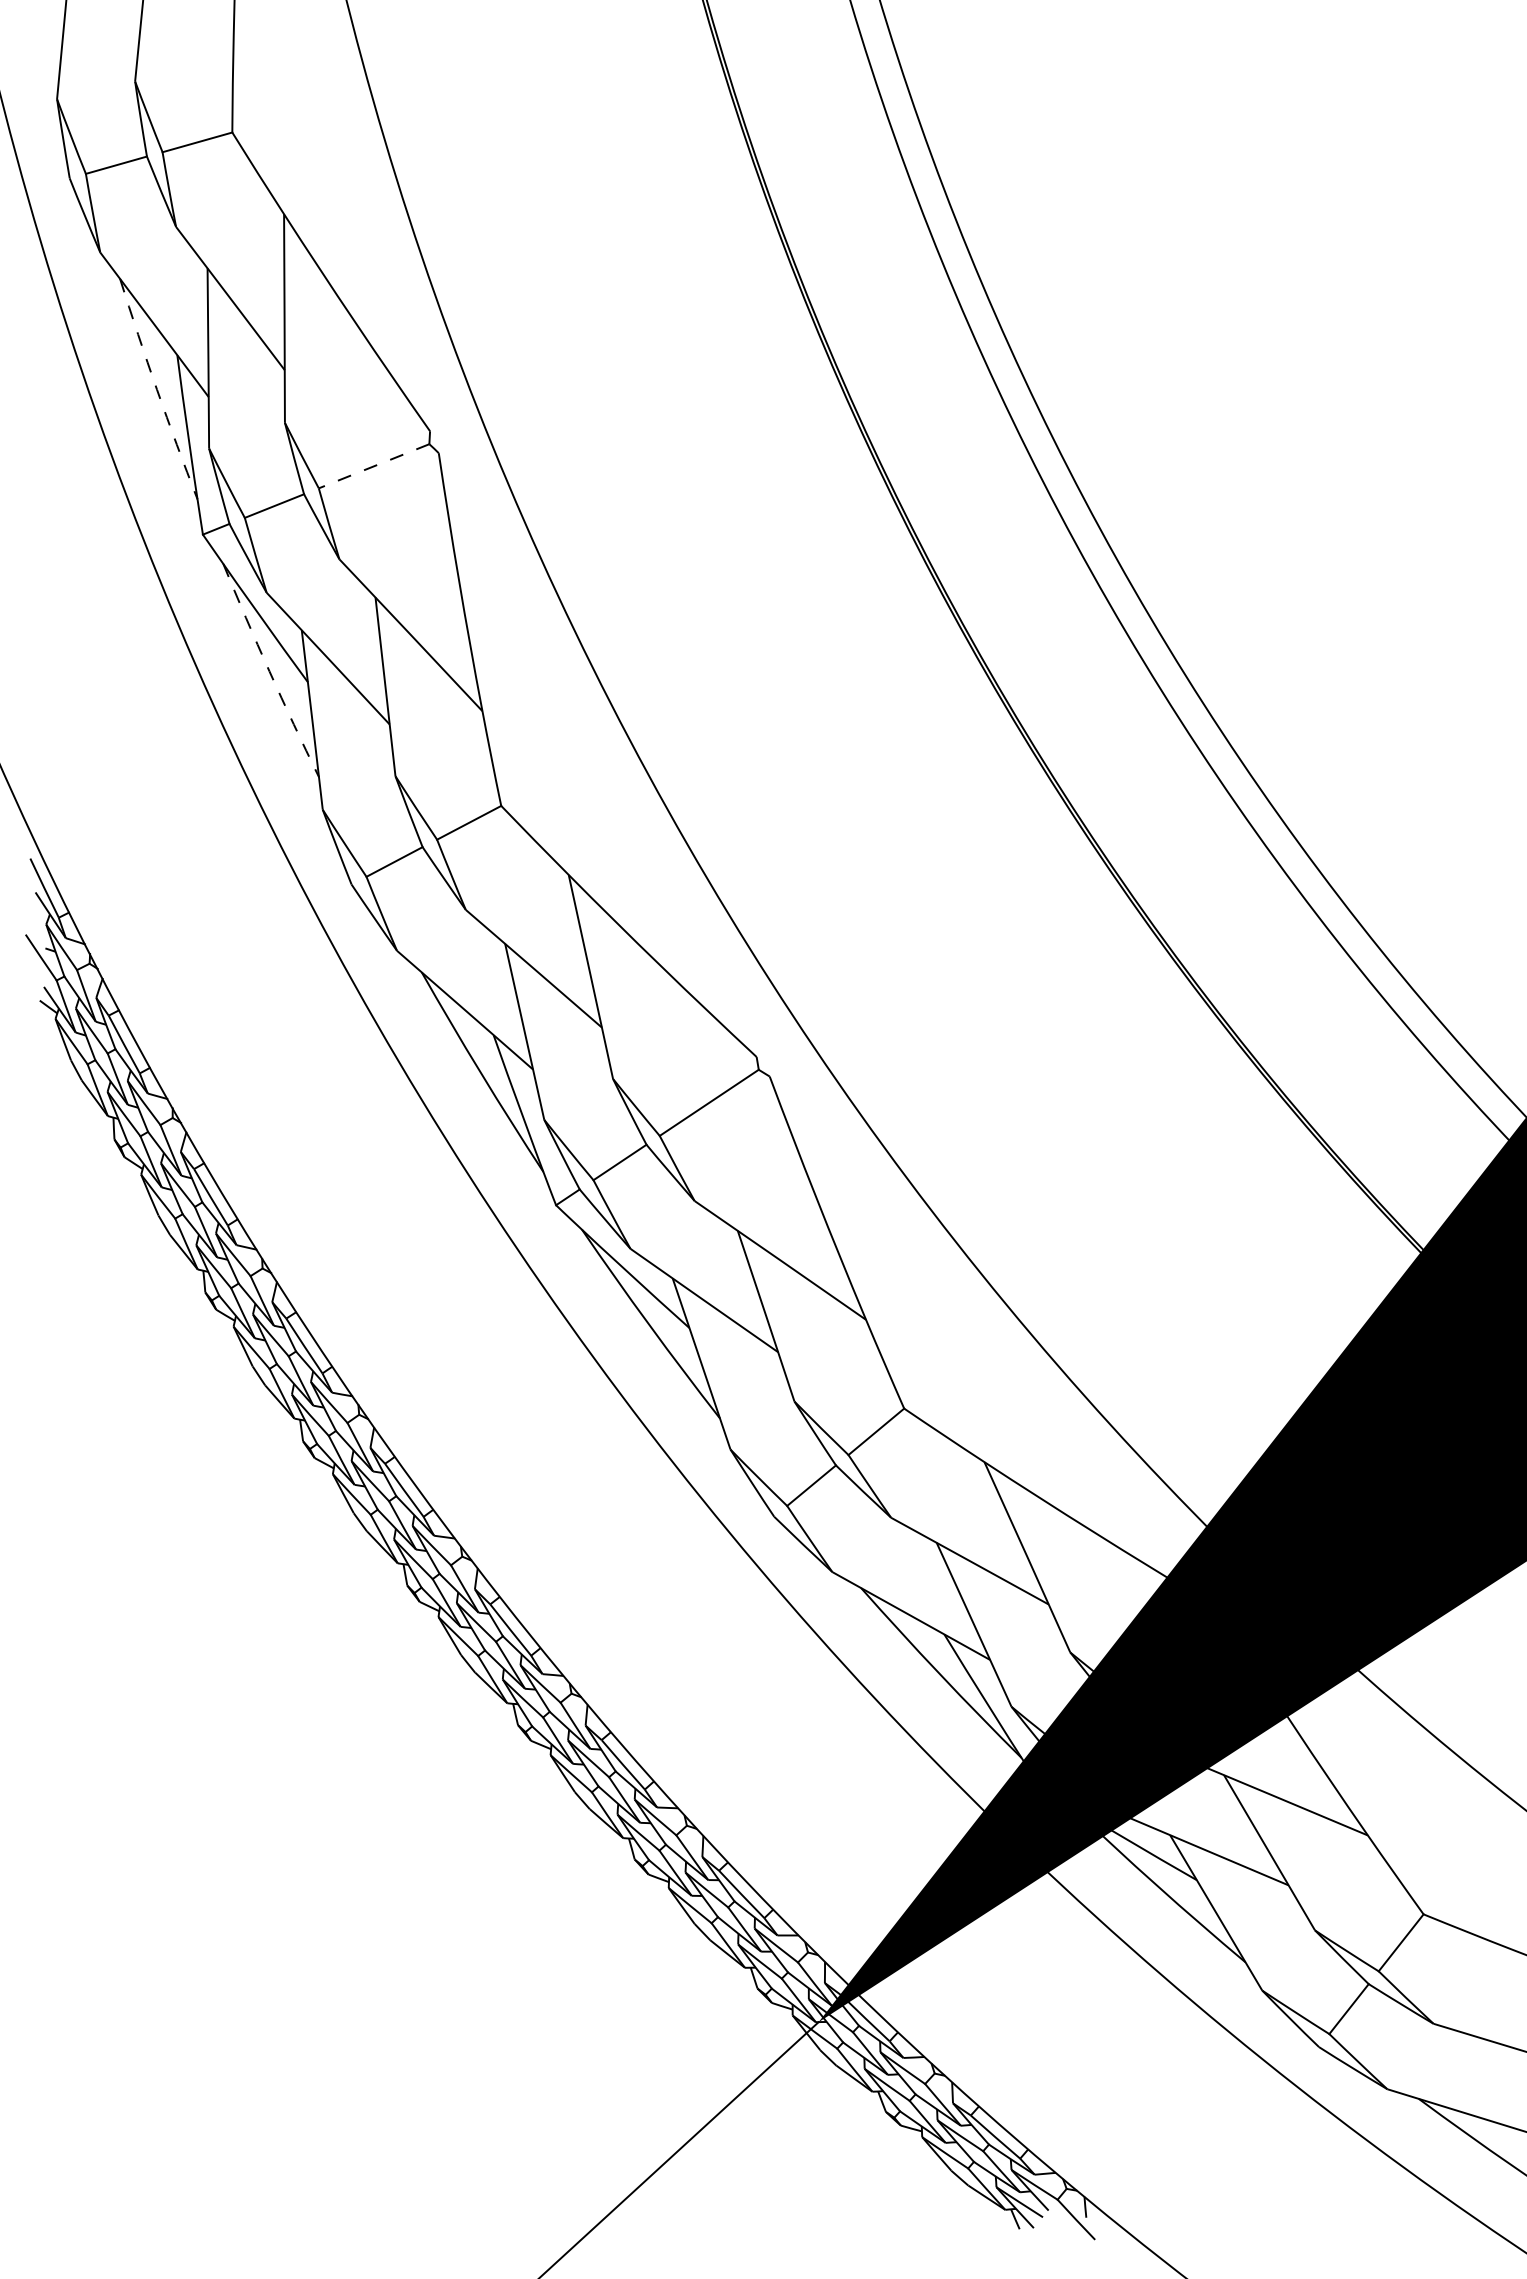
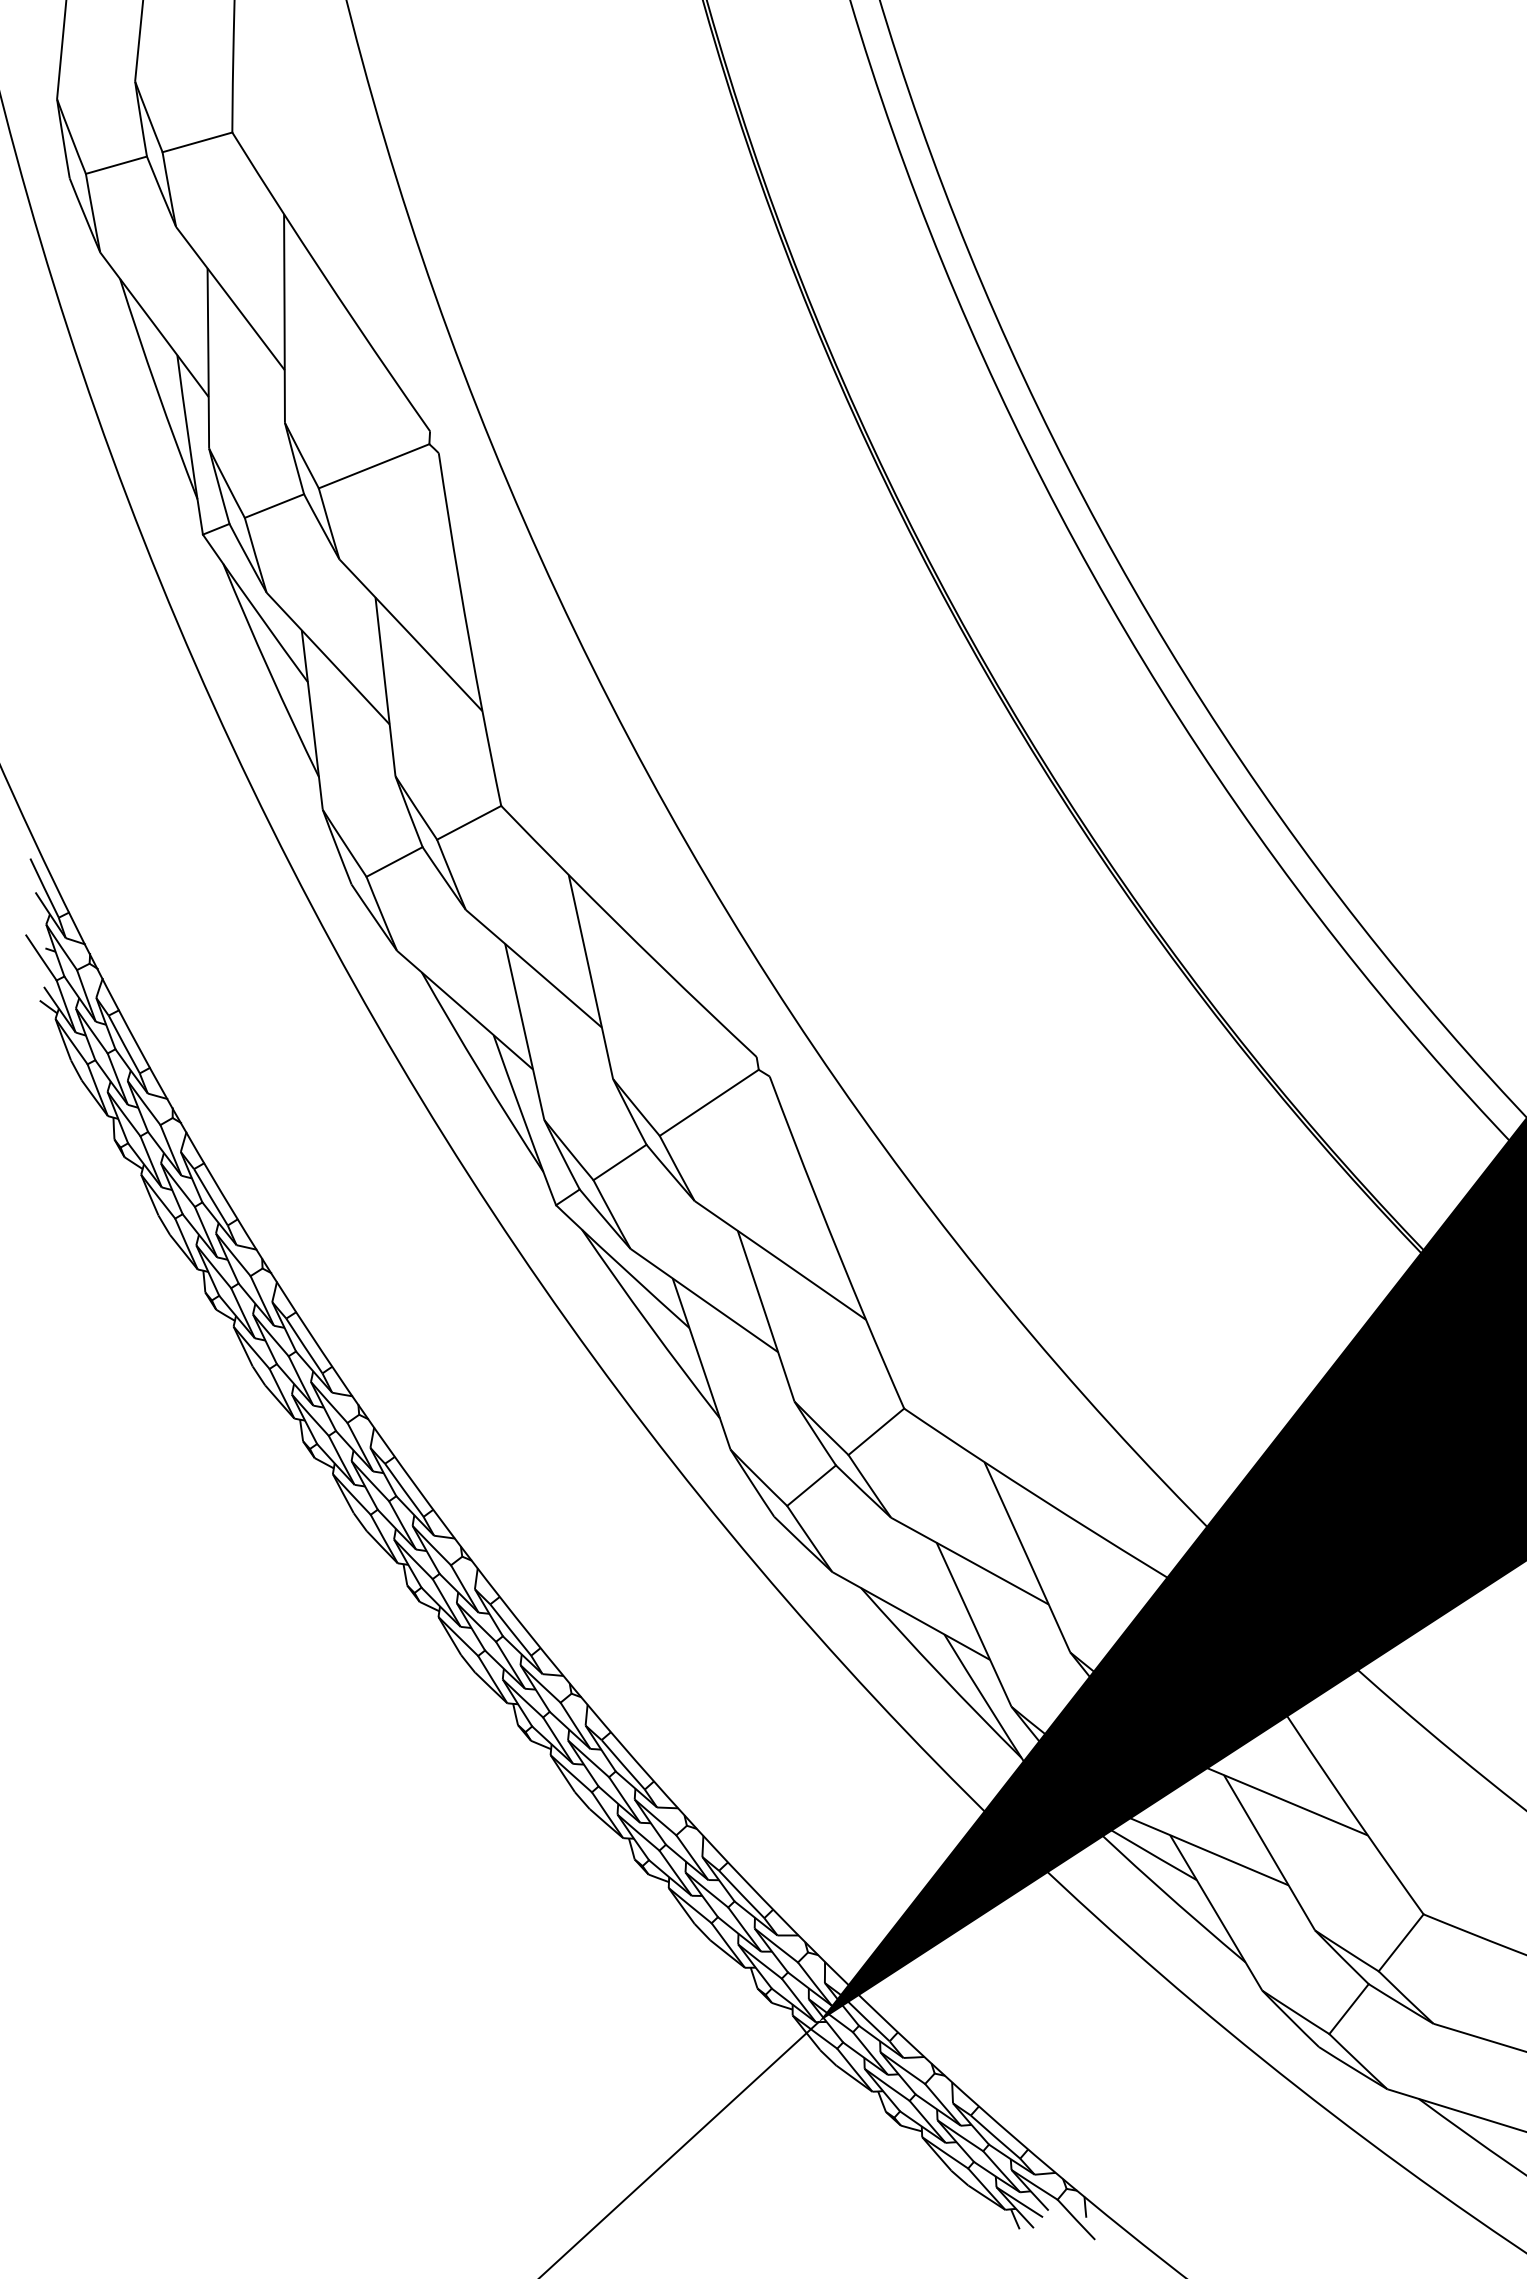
arc at (157, 389): dashed -> solid
line at (374, 466): dashed -> solid
arc at (269, 671): dashed -> solid
